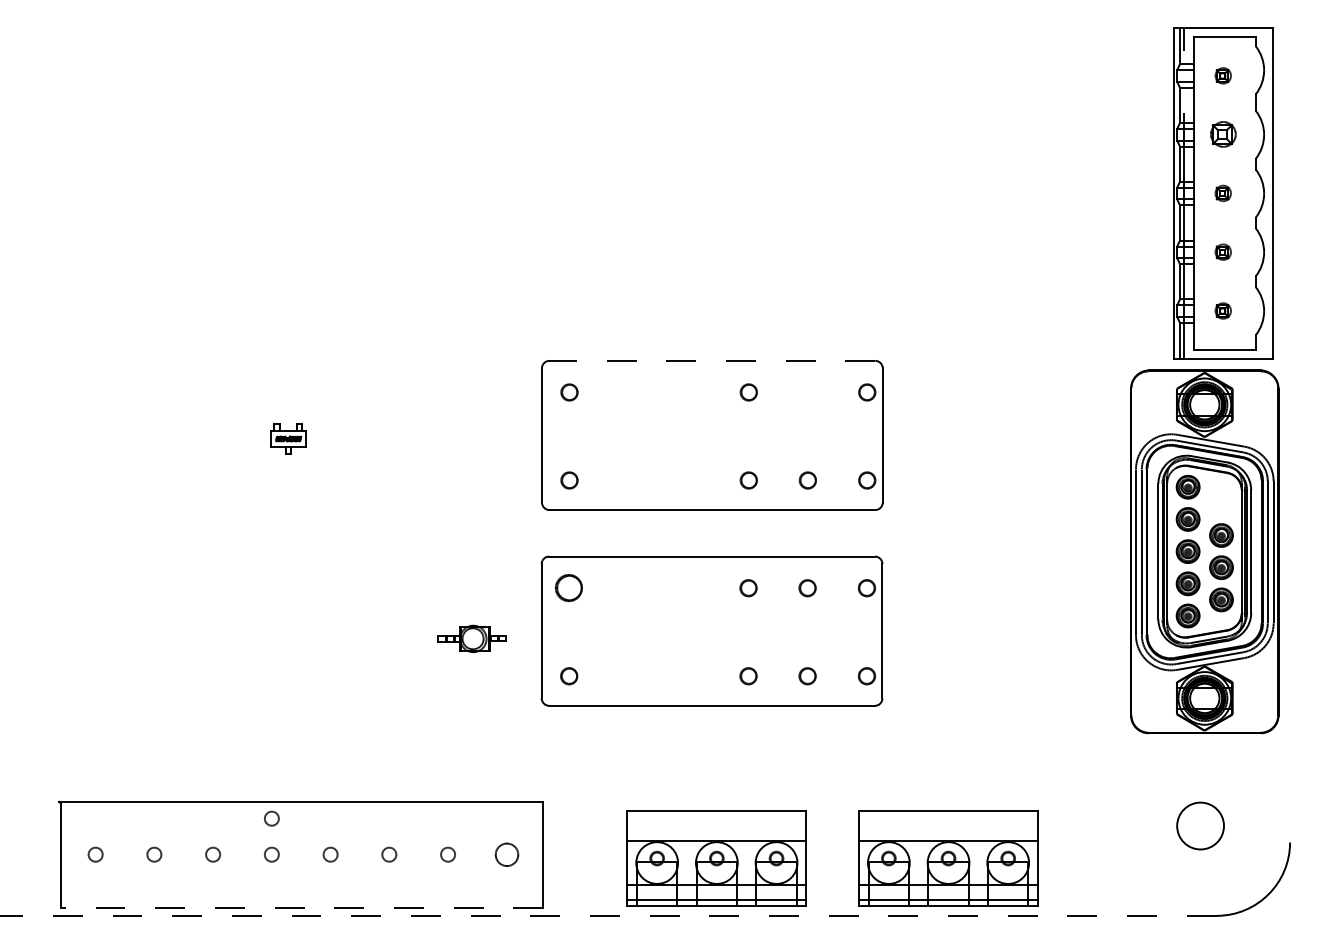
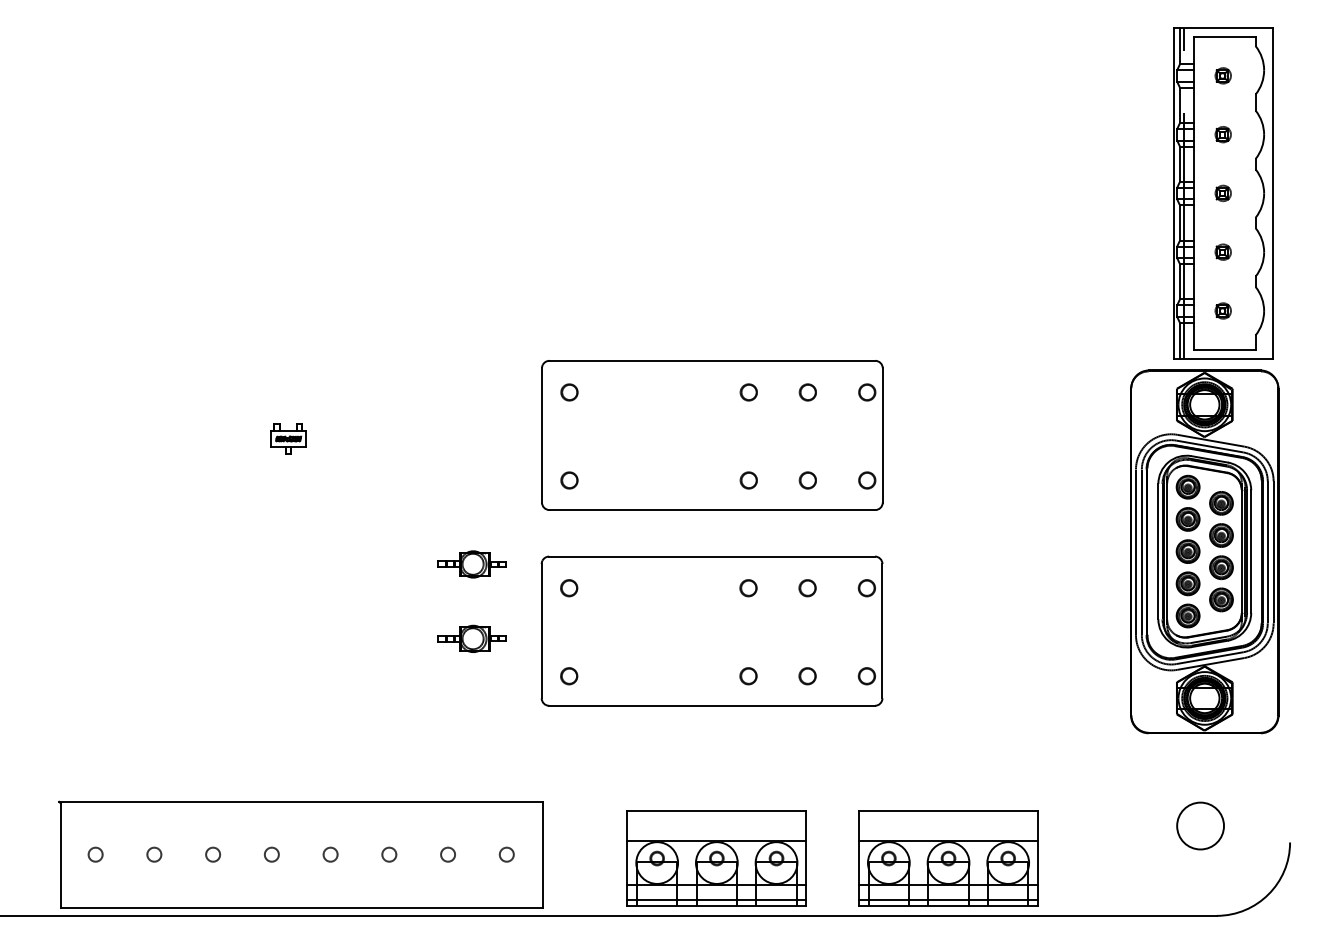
part at (1223, 134) size: 27x27 px -> 18x18 px
line at (712, 360): dashed -> solid
circle at (807, 392): none -> present
part at (1221, 503): none -> present
part at (471, 564): none -> present
circle at (568, 588) size: 28x29 px -> 19x19 px
circle at (271, 818): present -> none
circle at (506, 854) size: 26x25 px -> 17x17 px
line at (301, 907): dashed -> solid
line at (607, 915): dashed -> solid
